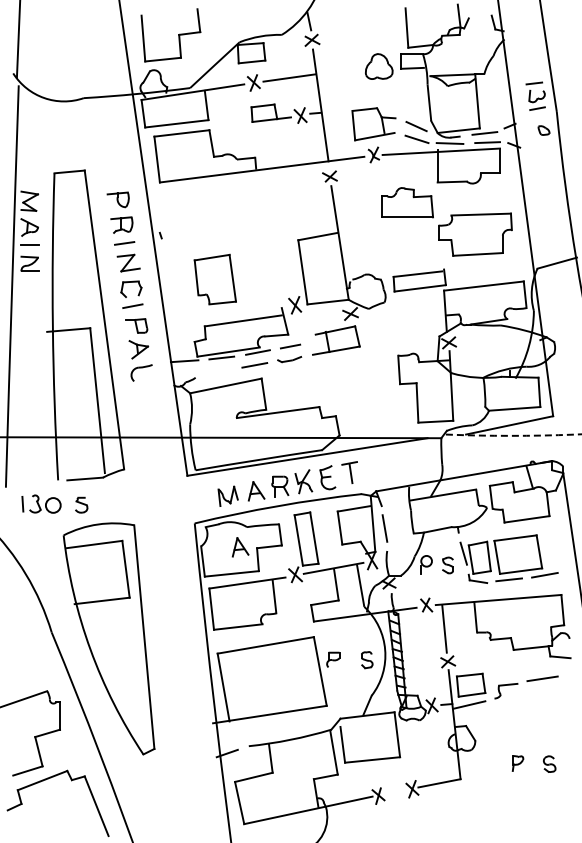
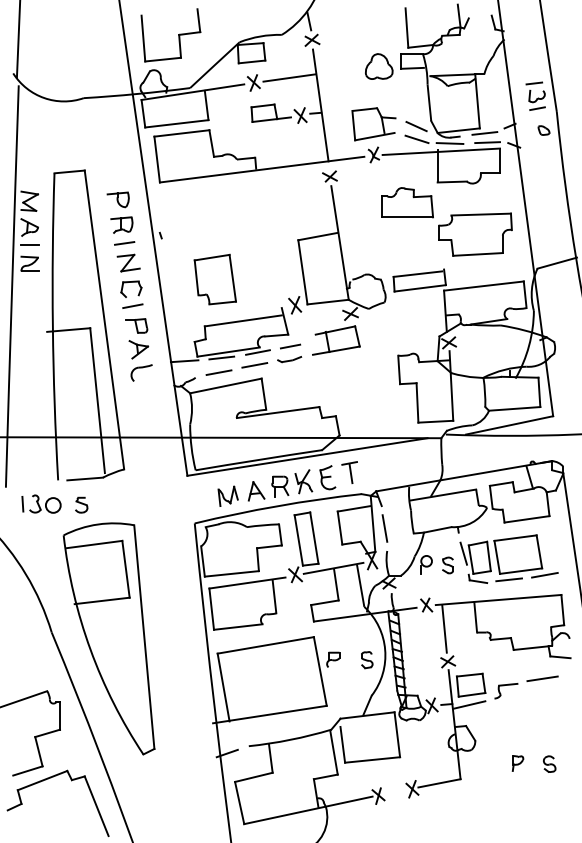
line at (218, 372): none -> present
arc at (514, 435): dashed -> solid
part at (240, 547): present -> none
